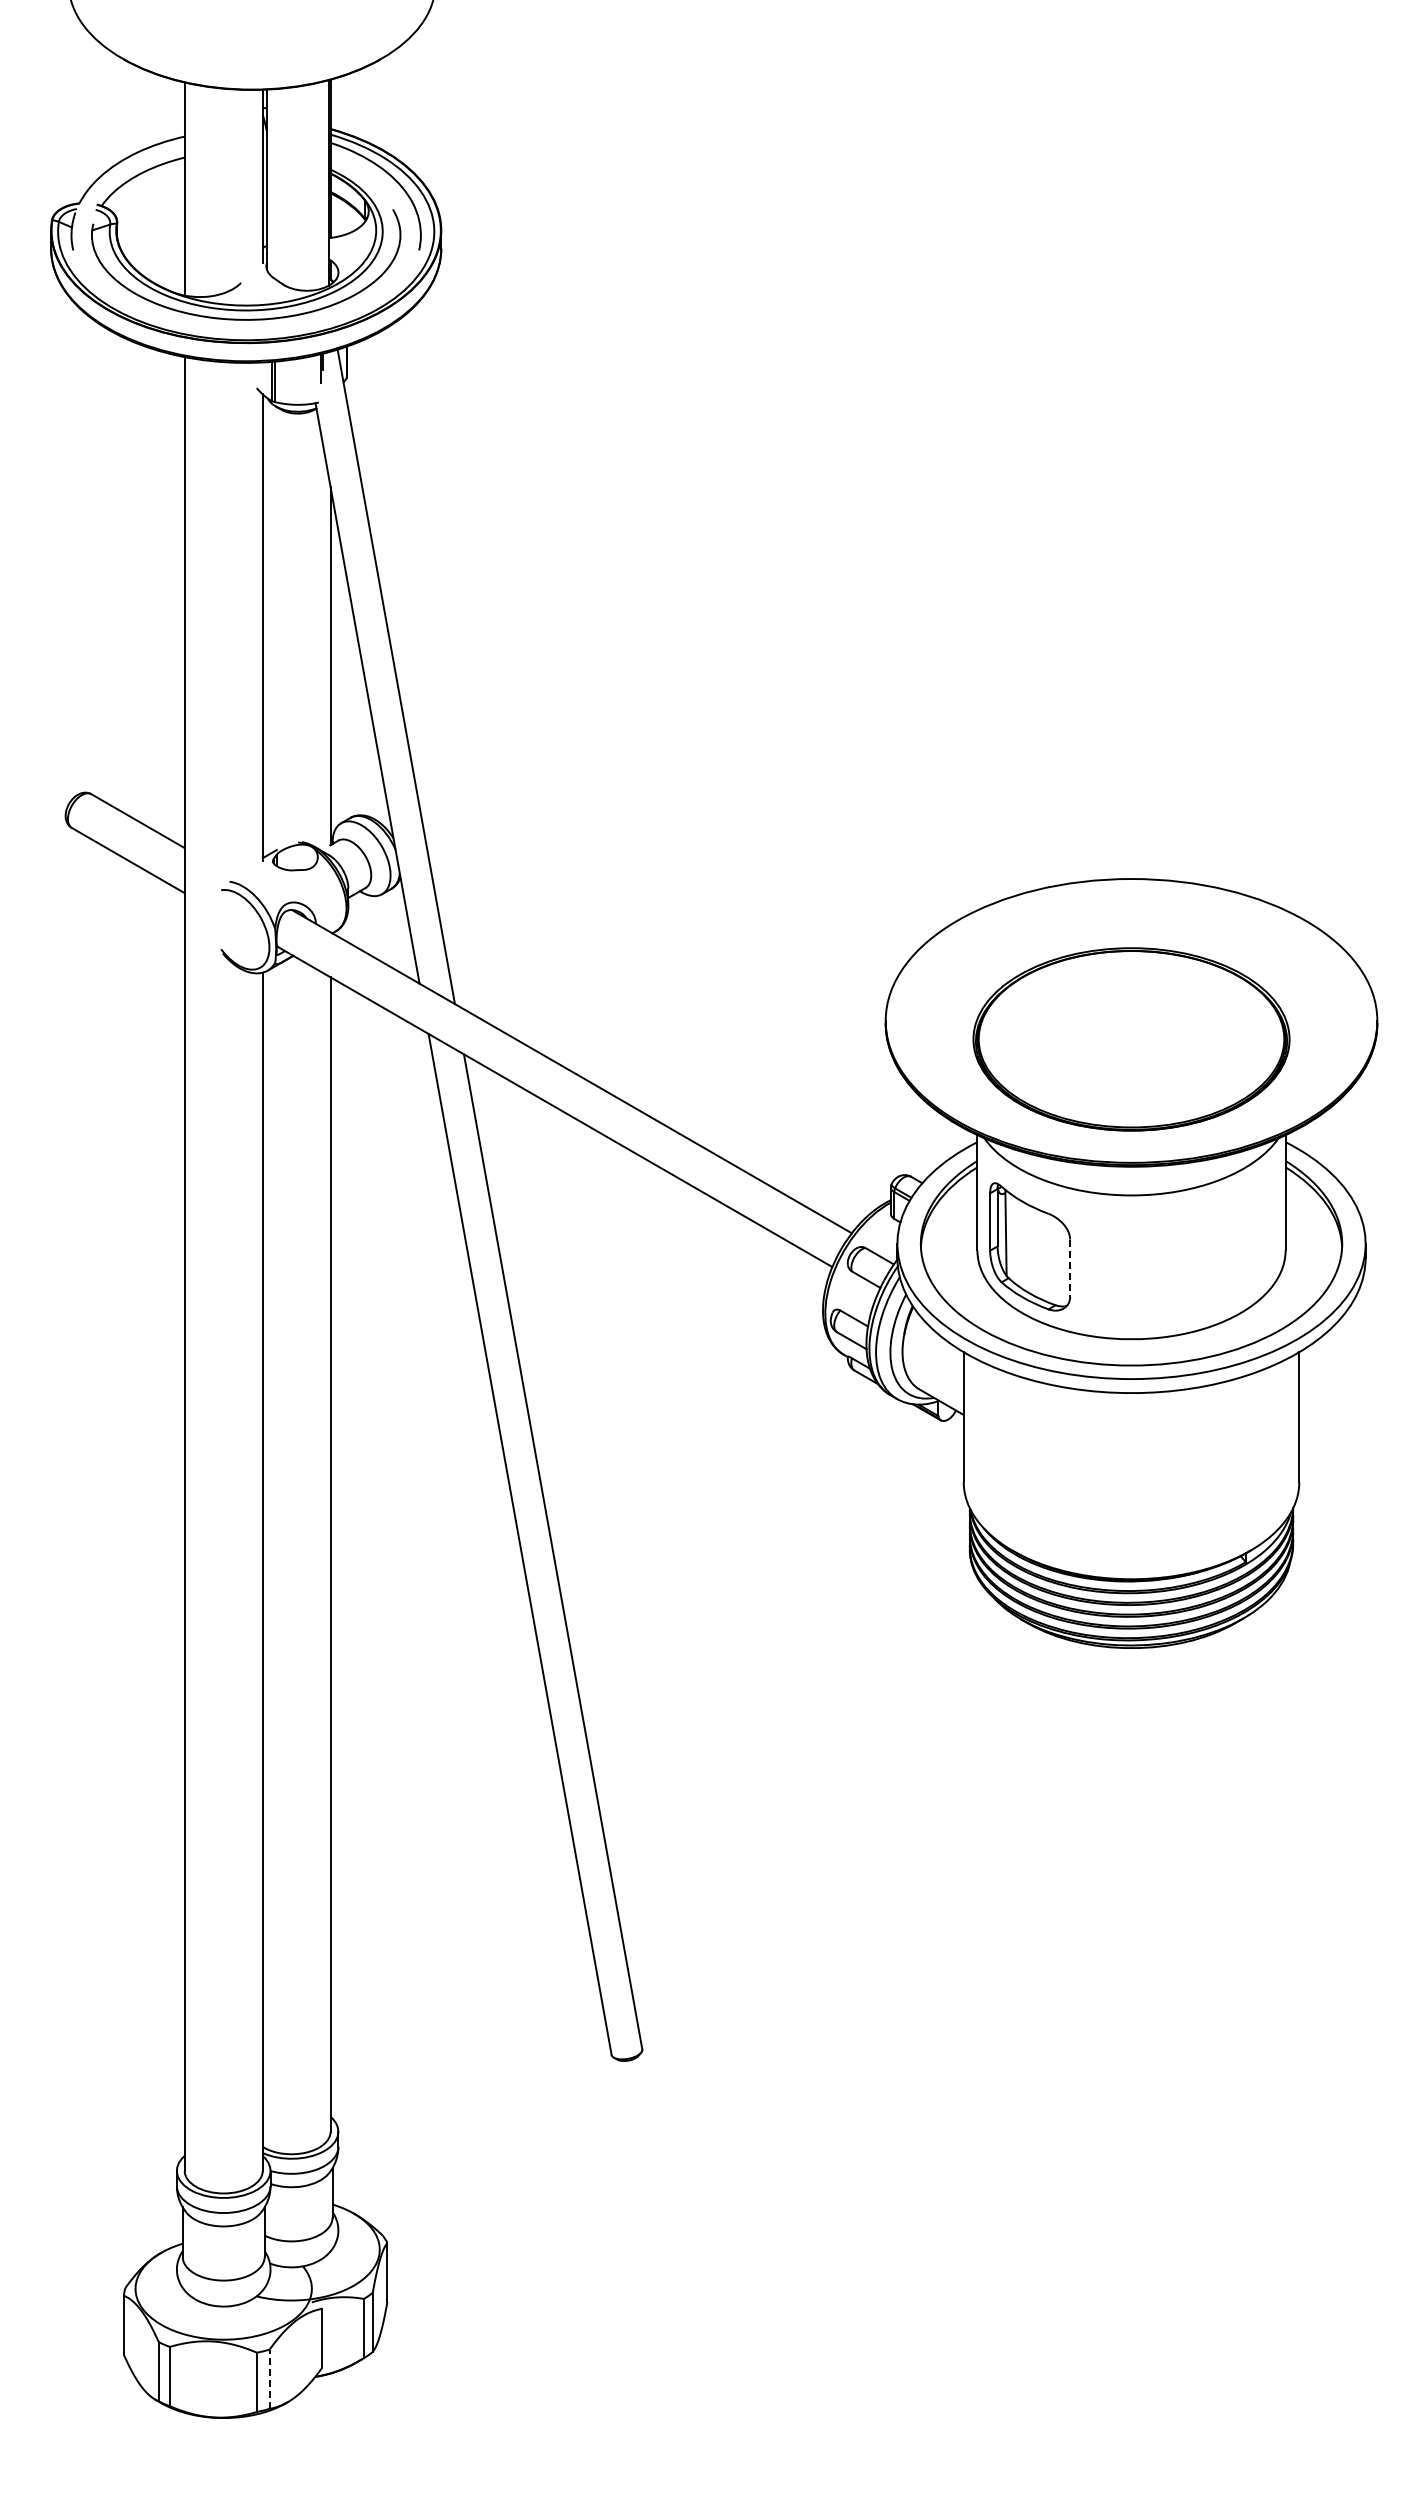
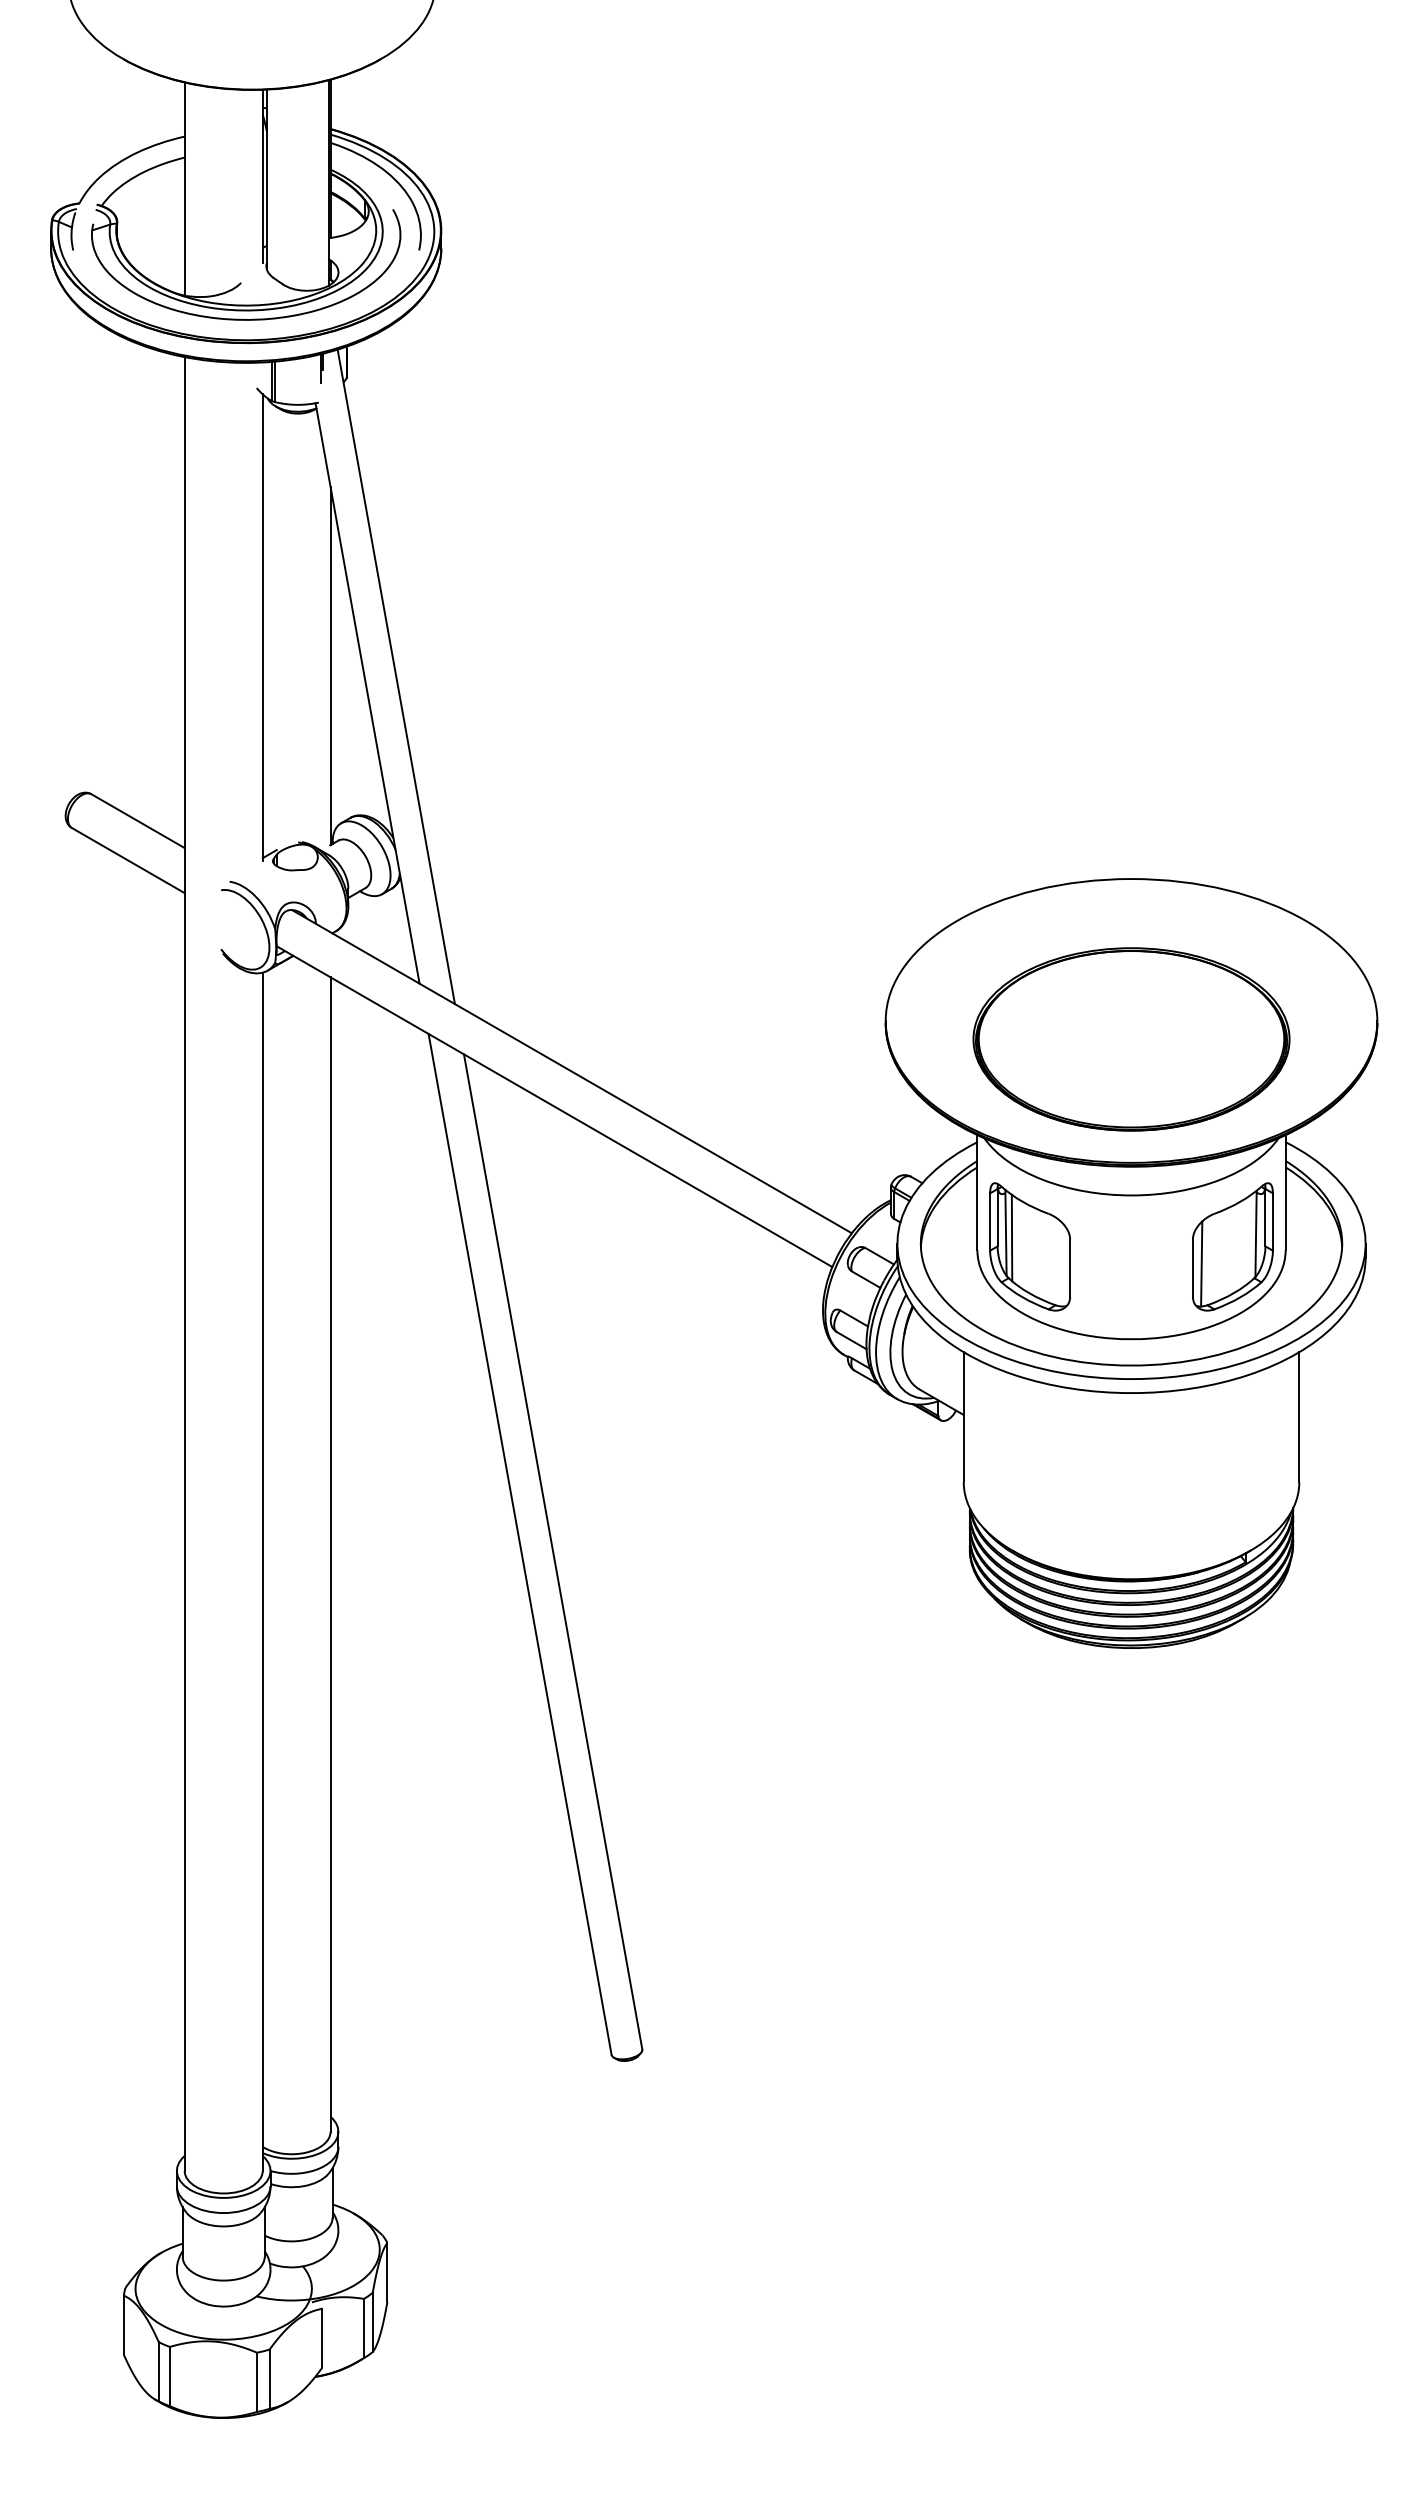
line at (1011, 1237): none -> present
part at (1232, 1246): none -> present
line at (1070, 1268): dashed -> solid
line at (269, 2379): dashed -> solid
